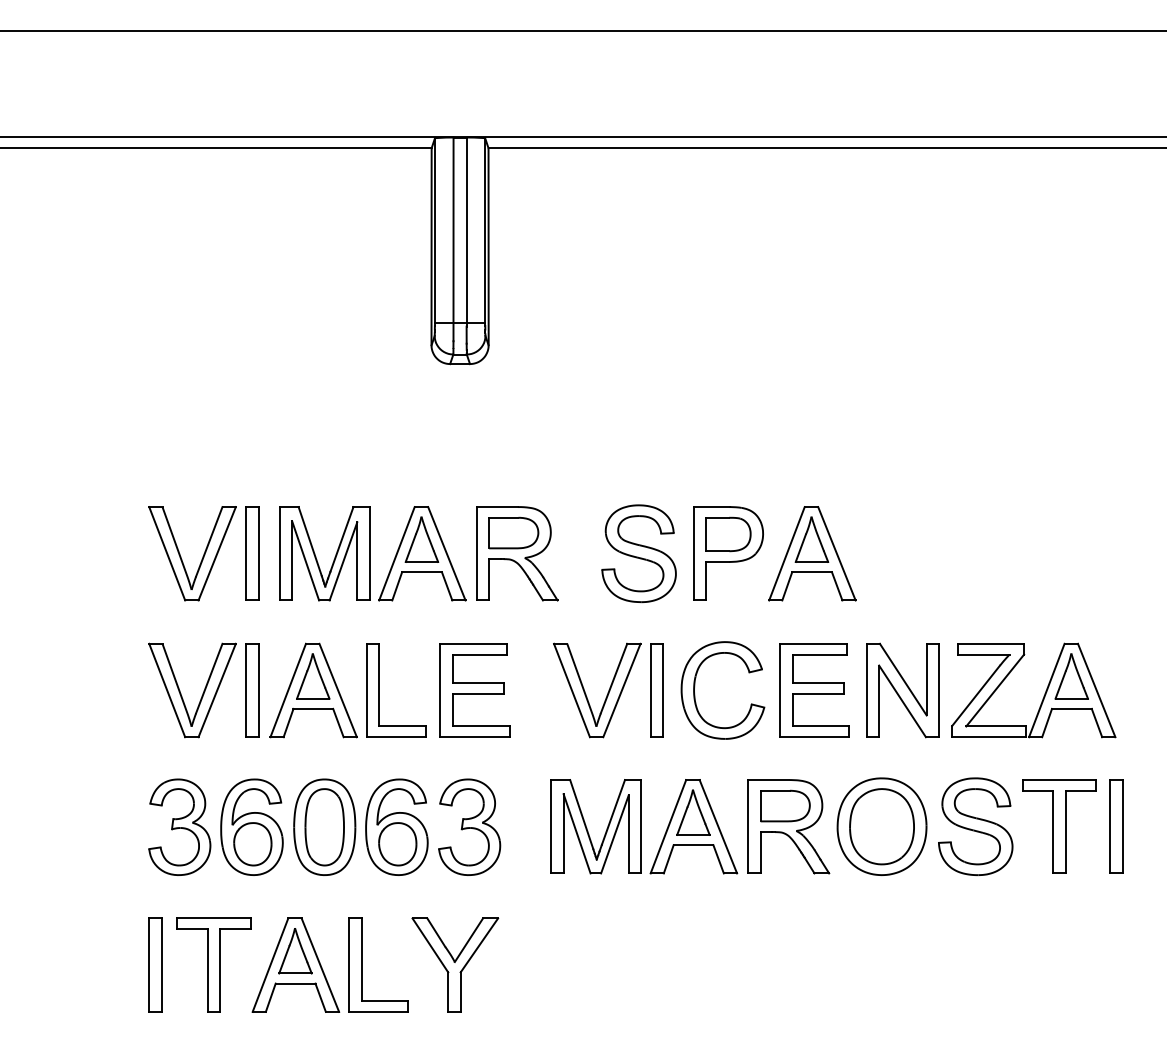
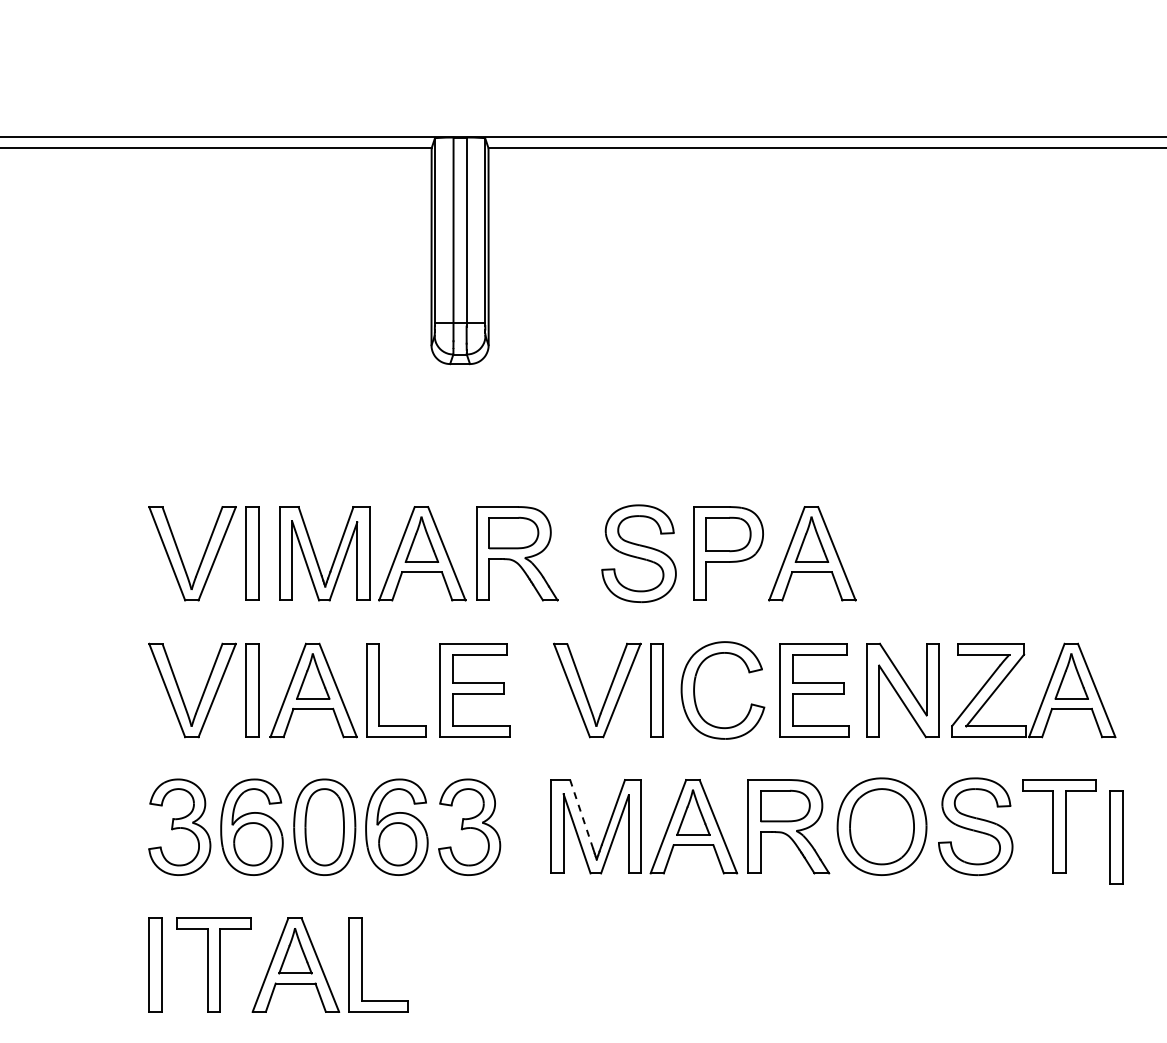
line at (582, 31): present -> none
line at (581, 814): solid -> dashed
part at (1116, 826) position: (1116, 826) -> (1116, 837)
part at (455, 964): present -> none
